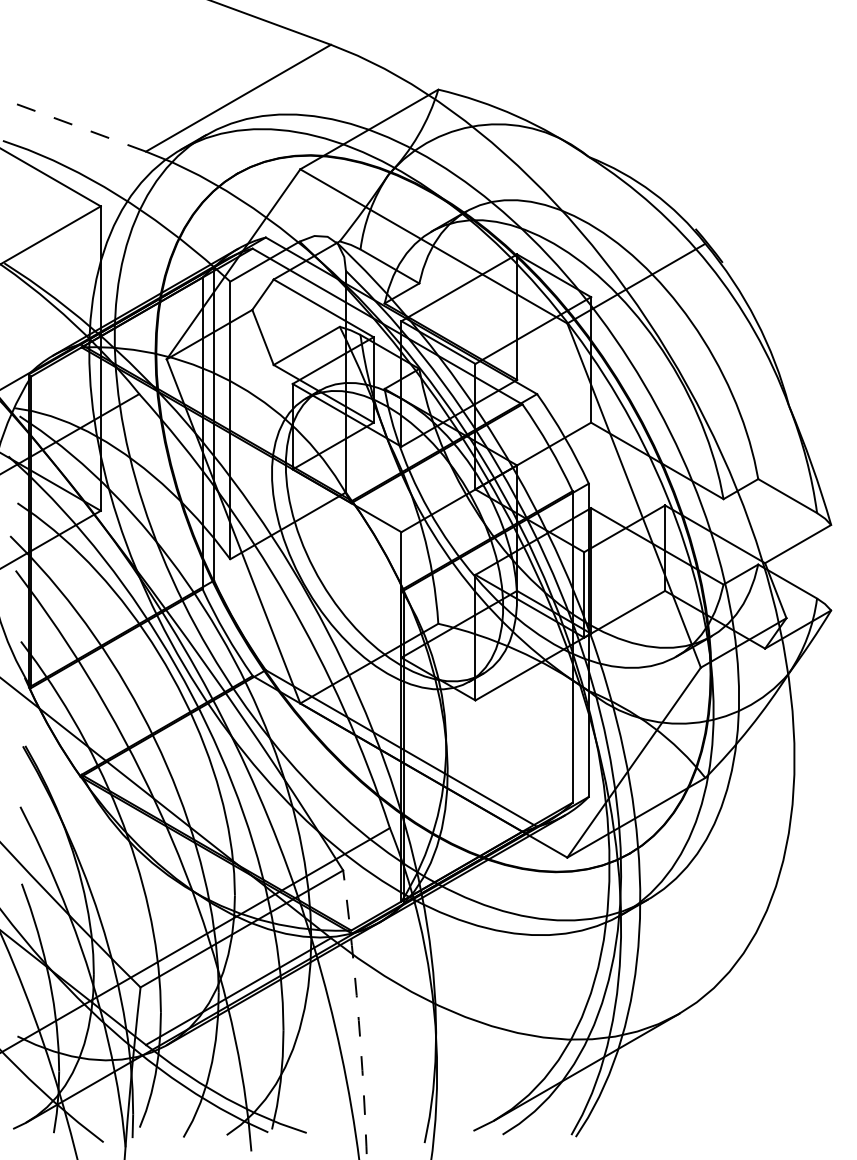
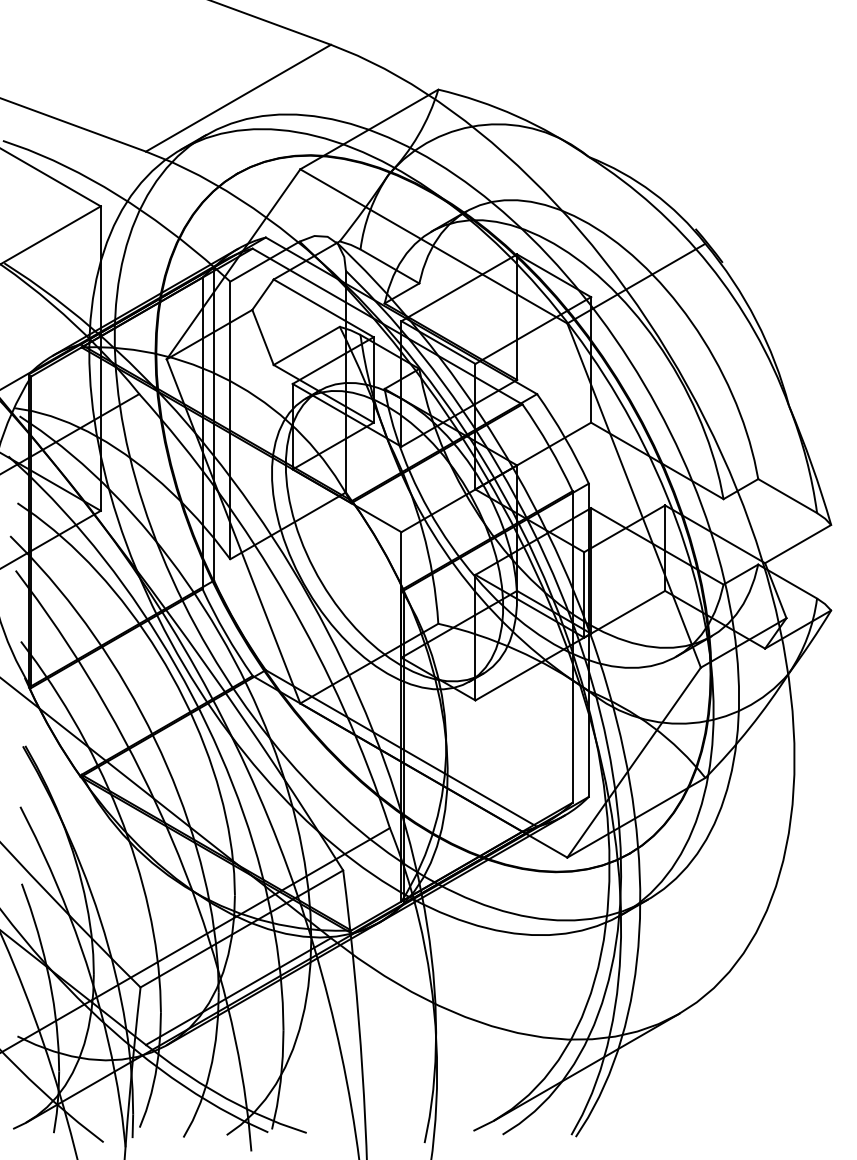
line at (72, 124): dashed -> solid
arc at (358, 1014): dashed -> solid
